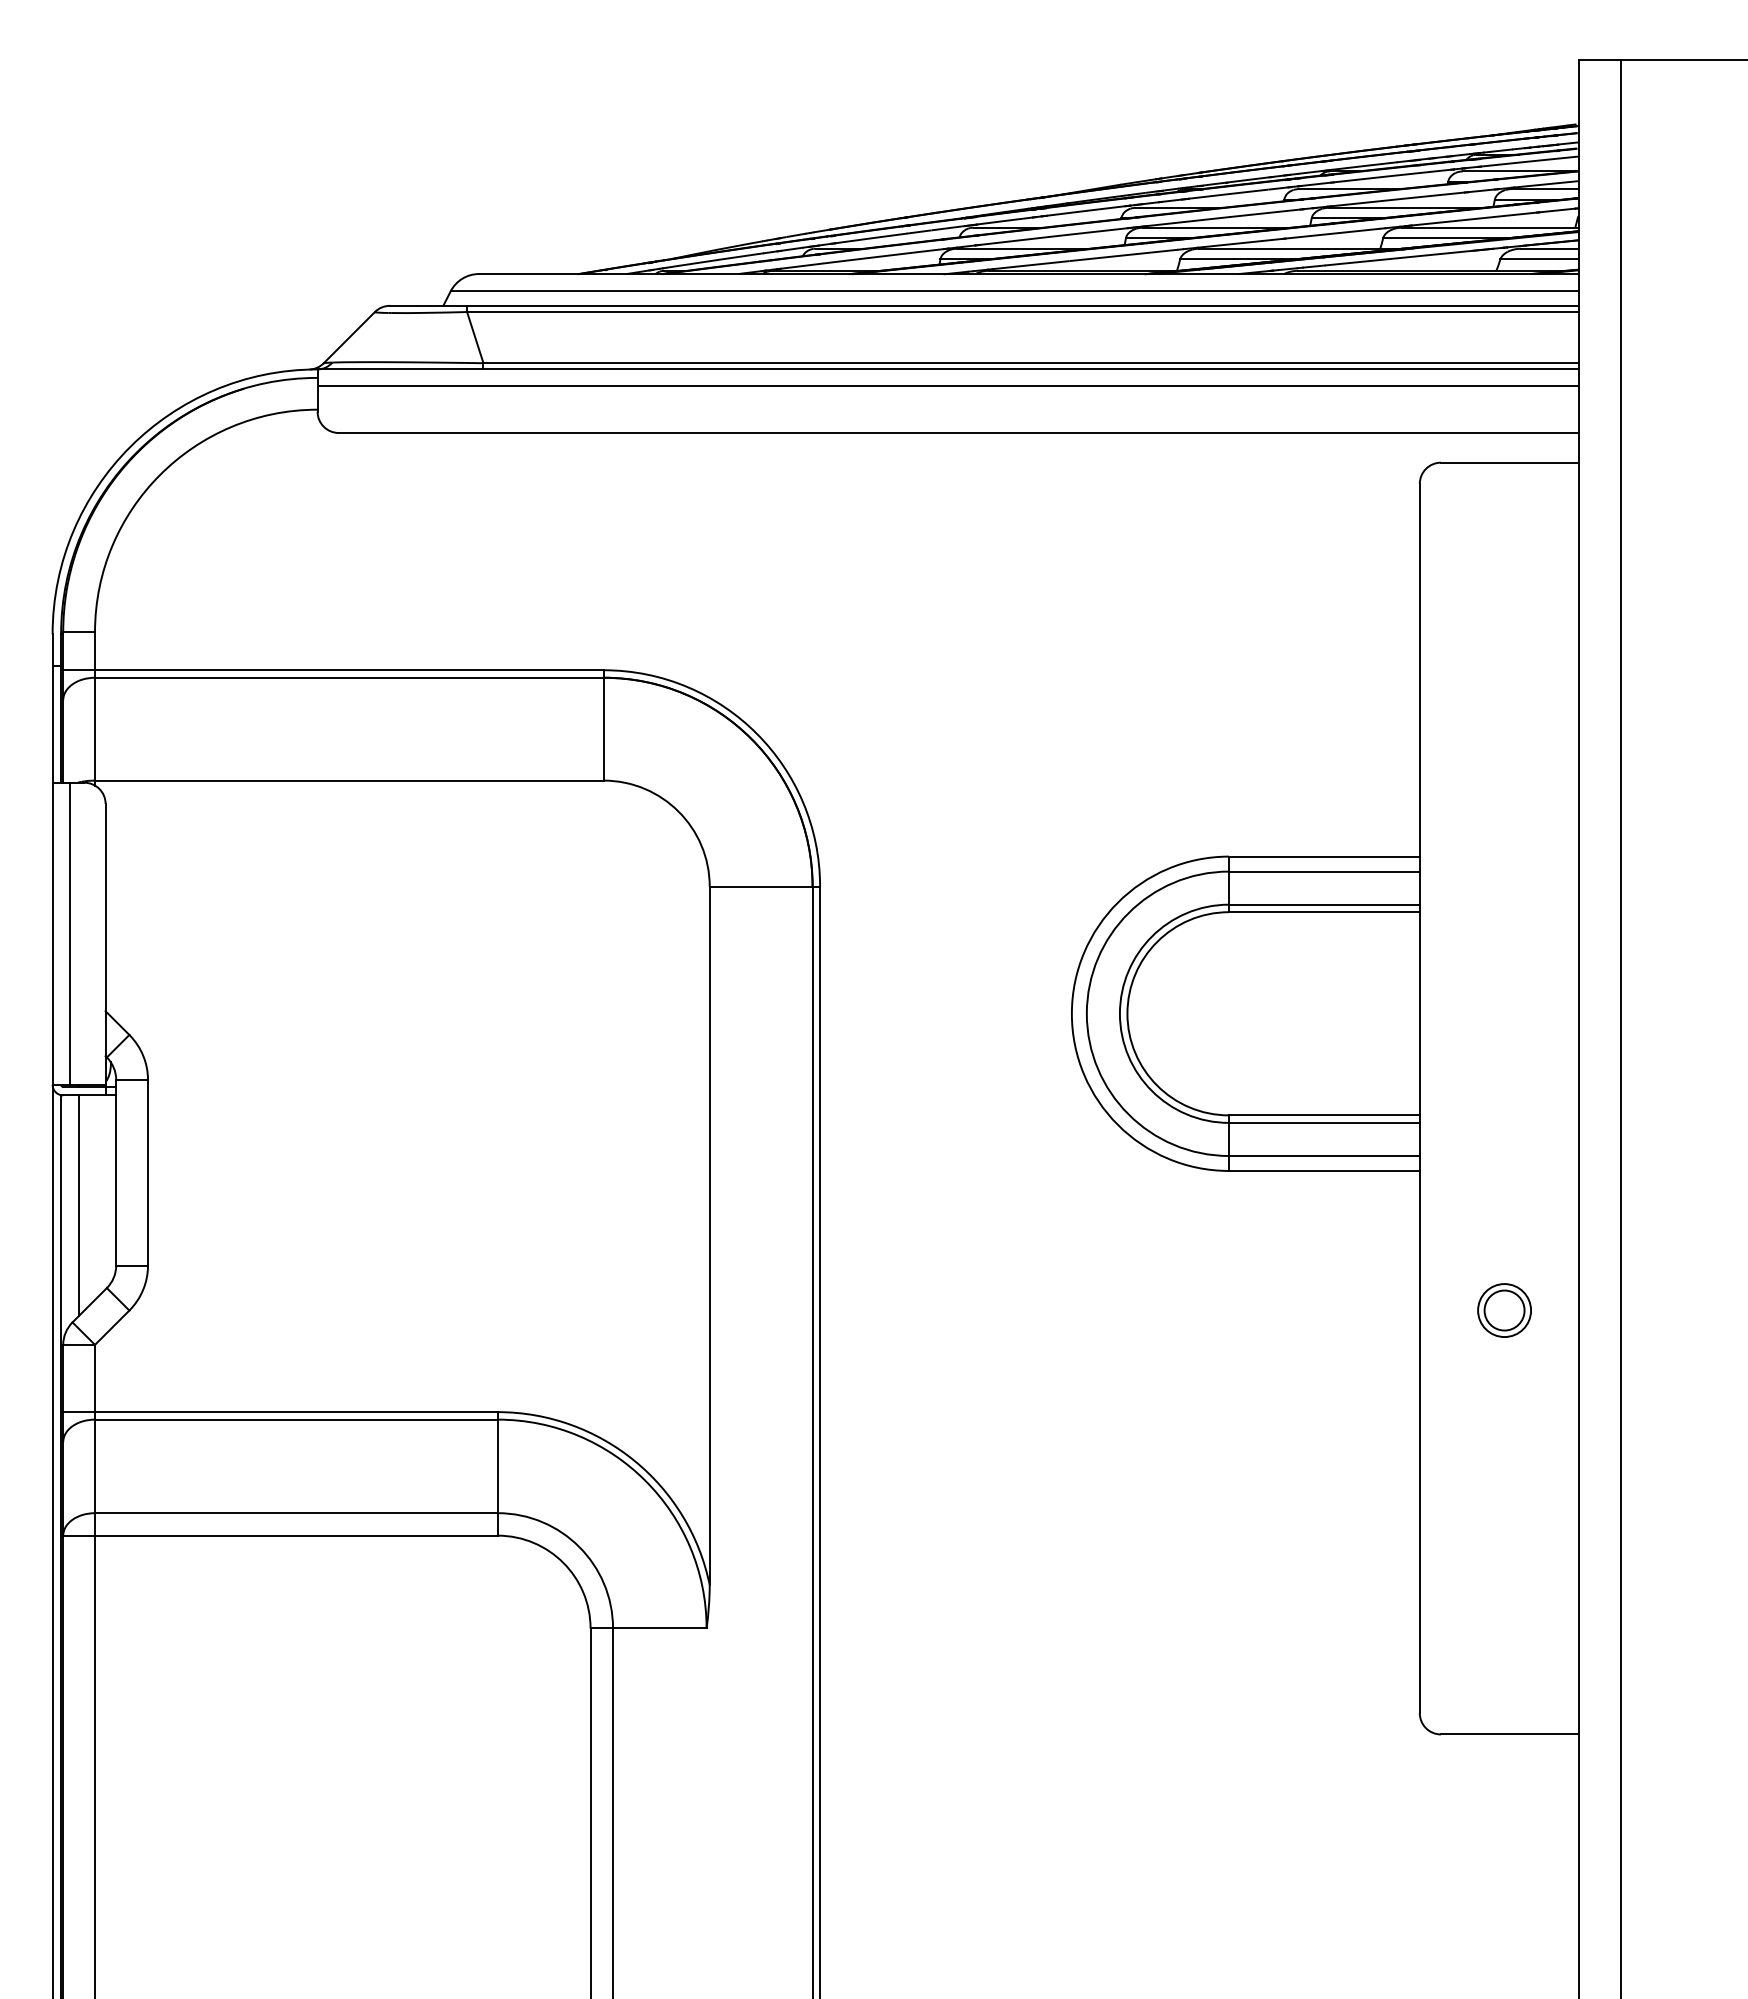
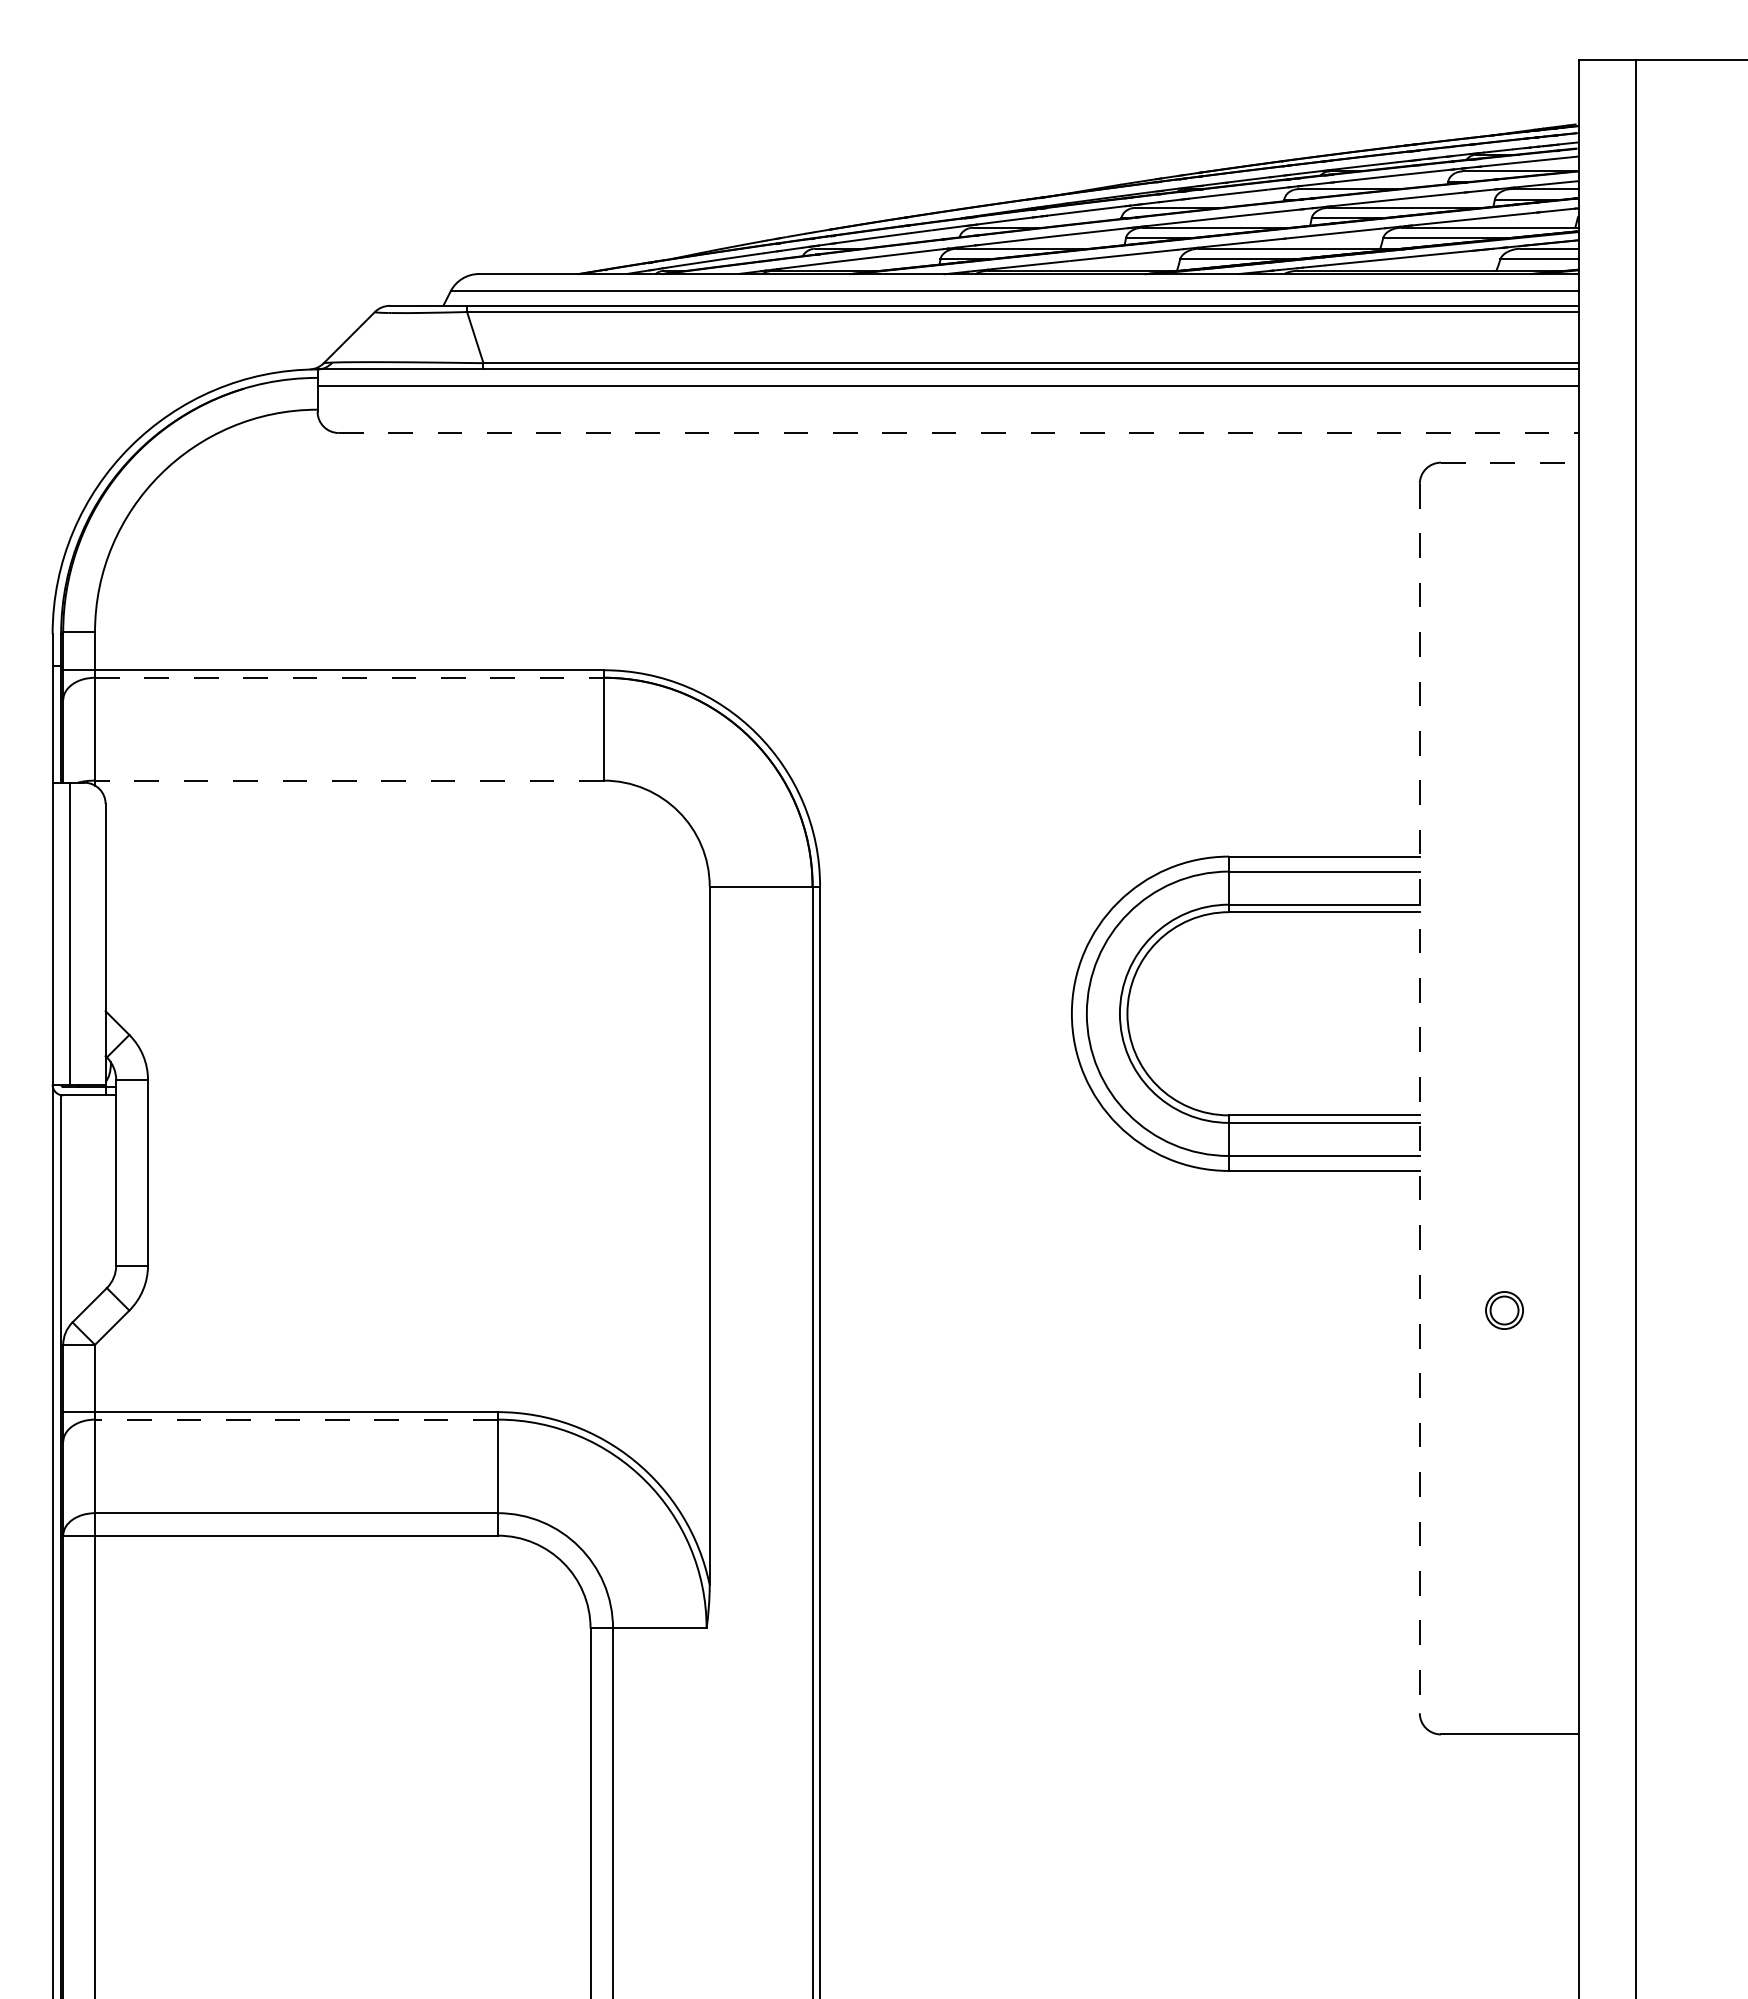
line at (958, 433): solid -> dashed
line at (1509, 462): solid -> dashed
line at (349, 677): solid -> dashed
line at (348, 780): solid -> dashed
line at (1621, 1027) position: (1621, 1027) -> (1636, 1027)
line at (1419, 1098): solid -> dashed
line at (79, 1205): present -> none
part at (1504, 1310) size: 55x55 px -> 39x39 px
line at (295, 1419): solid -> dashed
